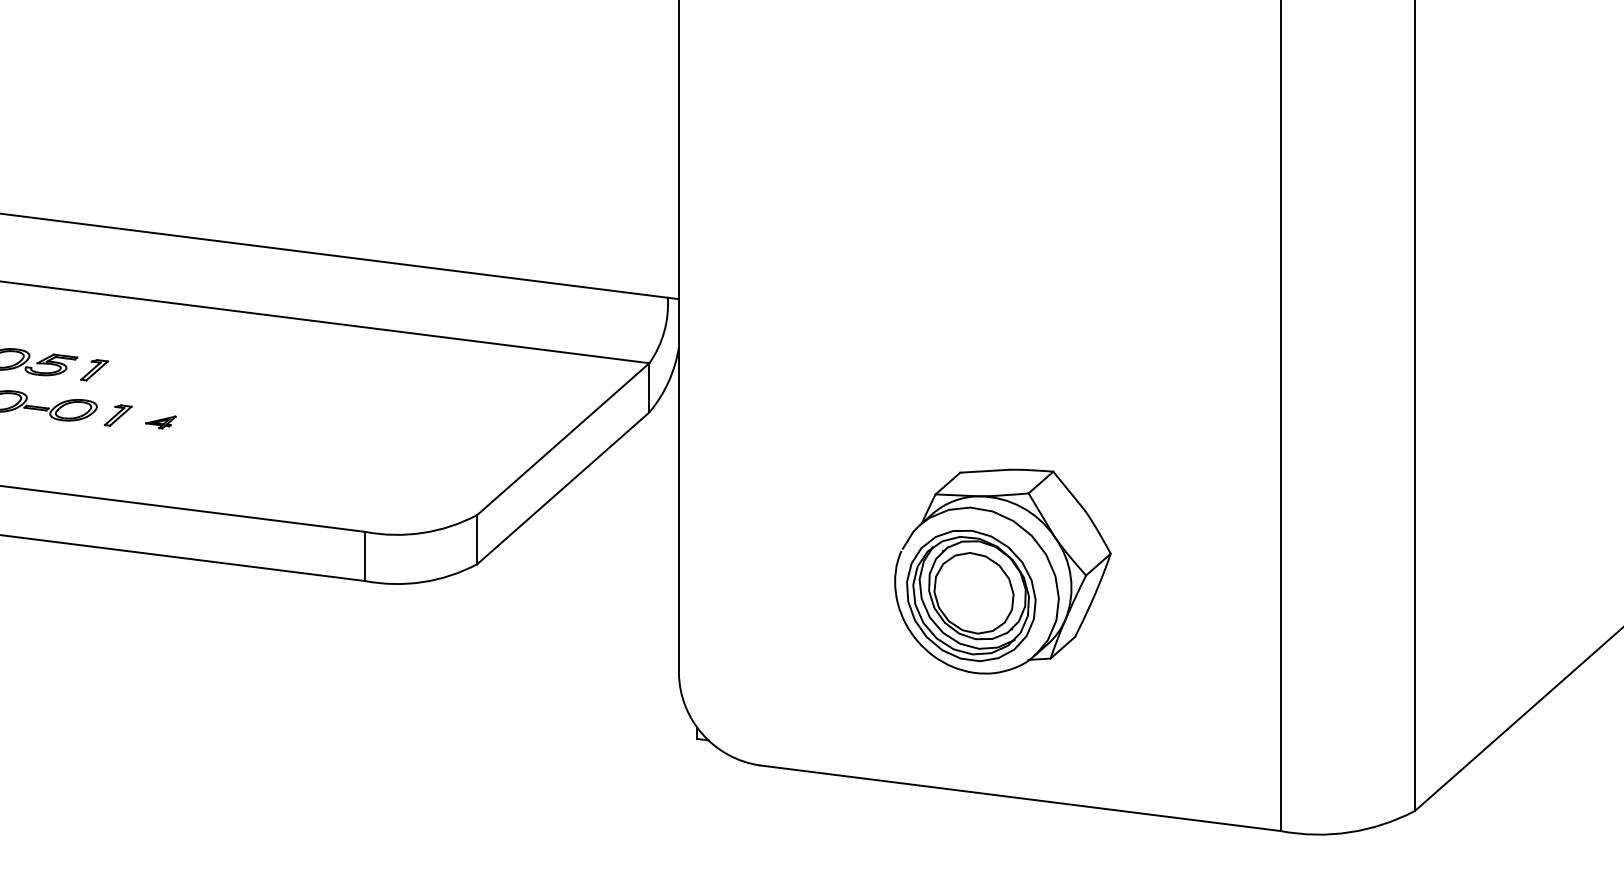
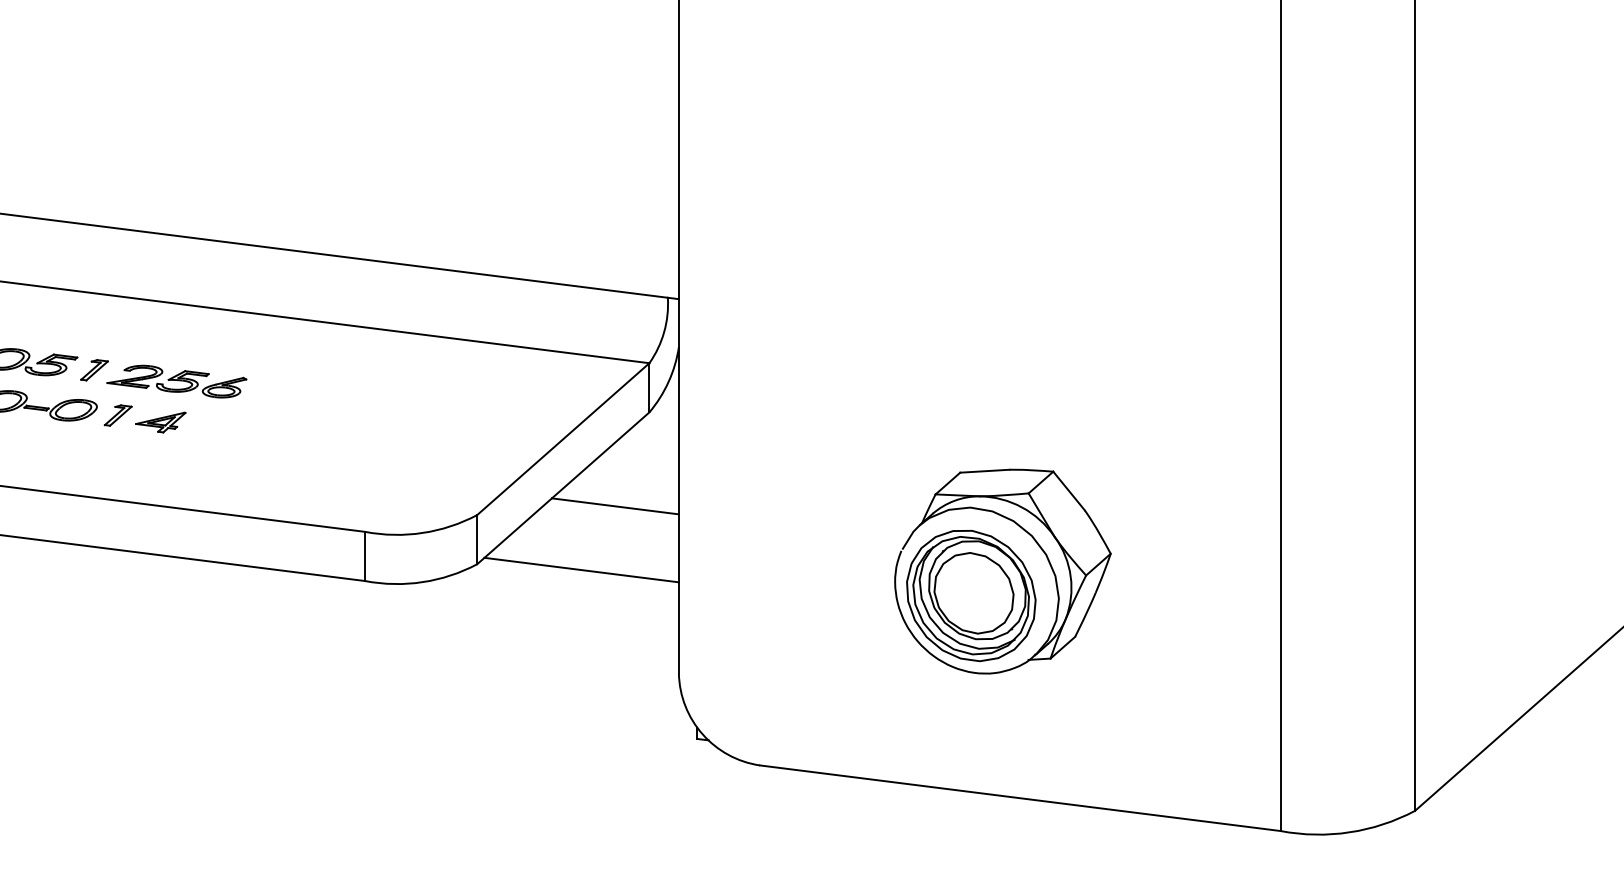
part at (176, 381): none -> present
part at (160, 422) size: 32x15 px -> 52x23 px
line at (614, 506): none -> present
line at (581, 569): none -> present
